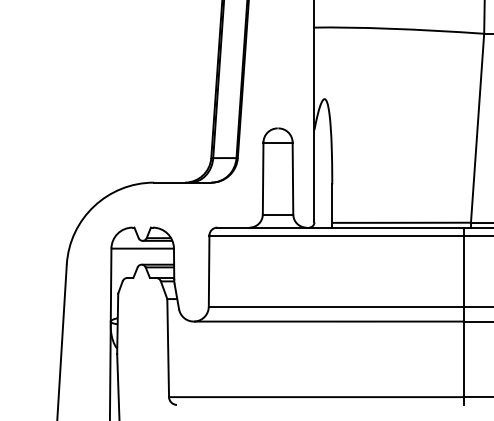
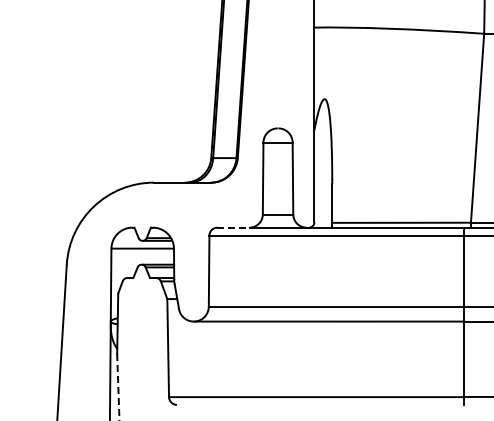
line at (233, 227): solid -> dashed
line at (118, 387): solid -> dashed
